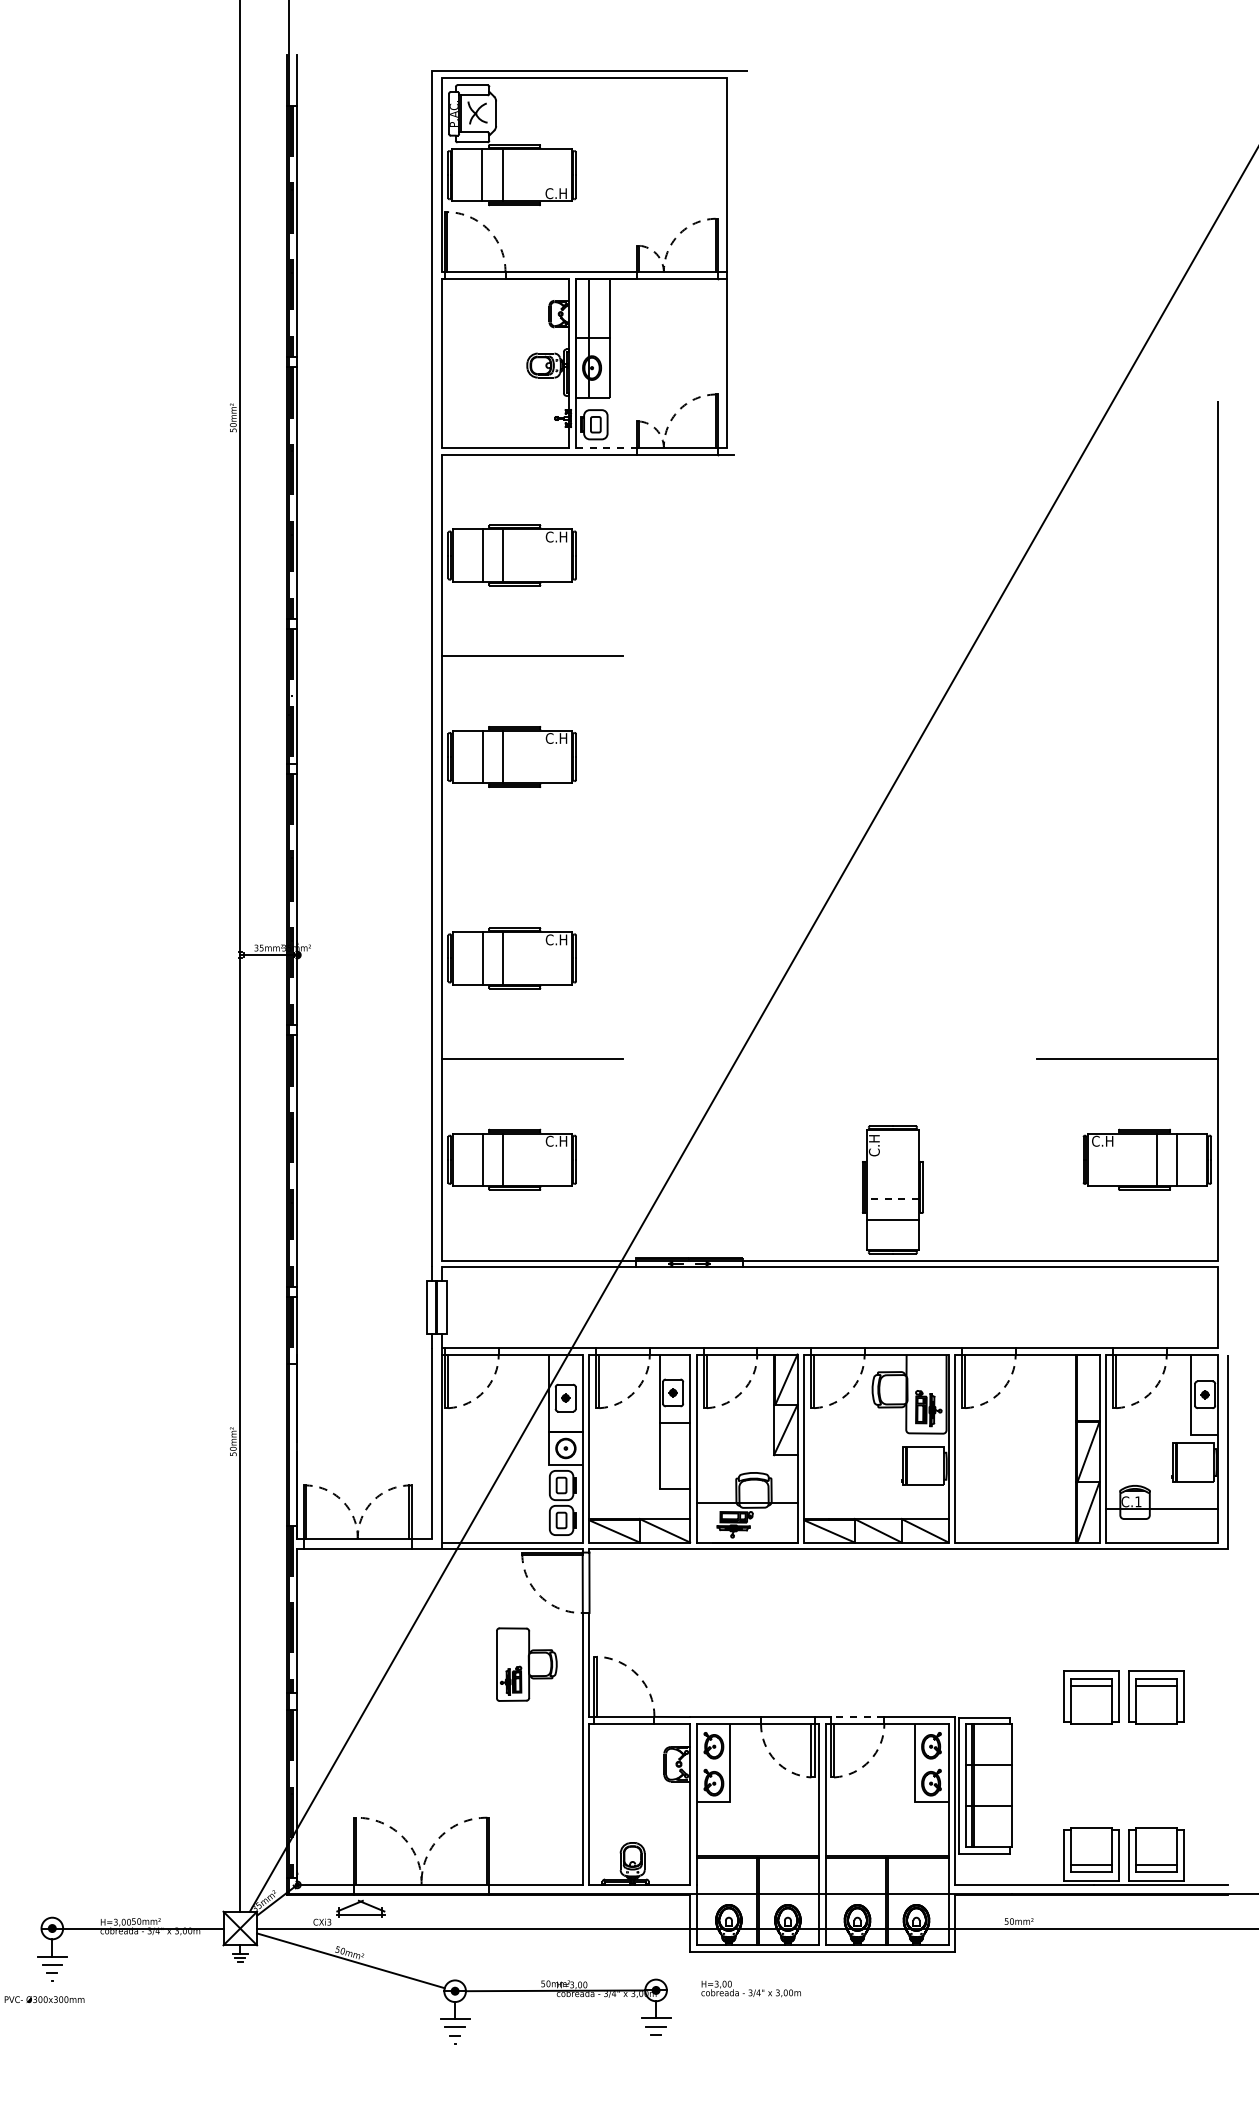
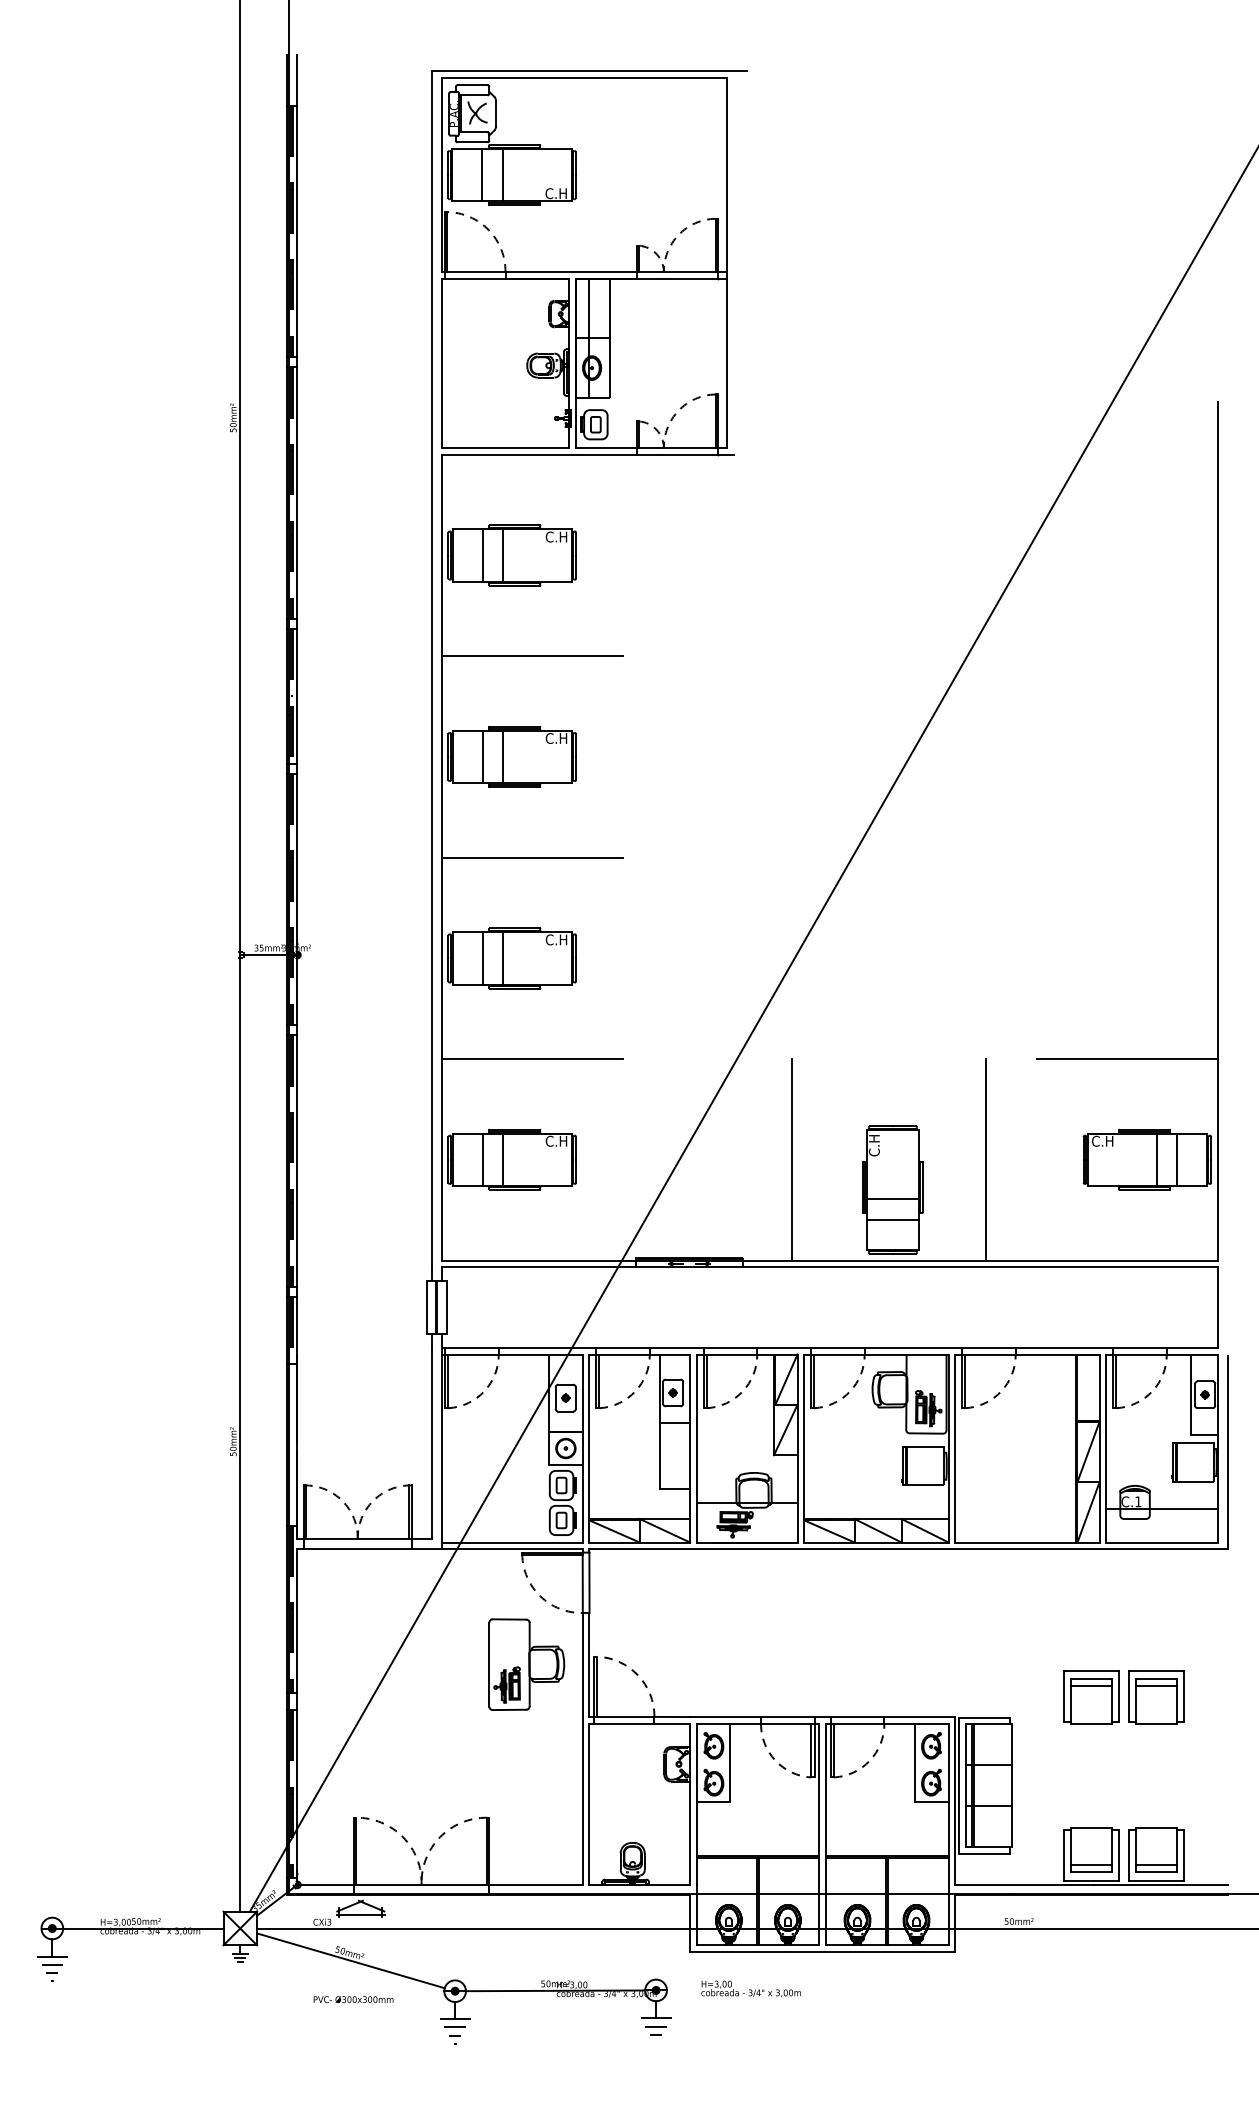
line at (606, 448): dashed -> solid
line at (531, 857): none -> present
line at (791, 1159): none -> present
line at (986, 1159): none -> present
line at (892, 1199): dashed -> solid
part at (526, 1664) size: 62x75 px -> 78x93 px
line at (857, 1717): dashed -> solid
text at (44, 1999) position: (44, 1999) -> (353, 1999)
